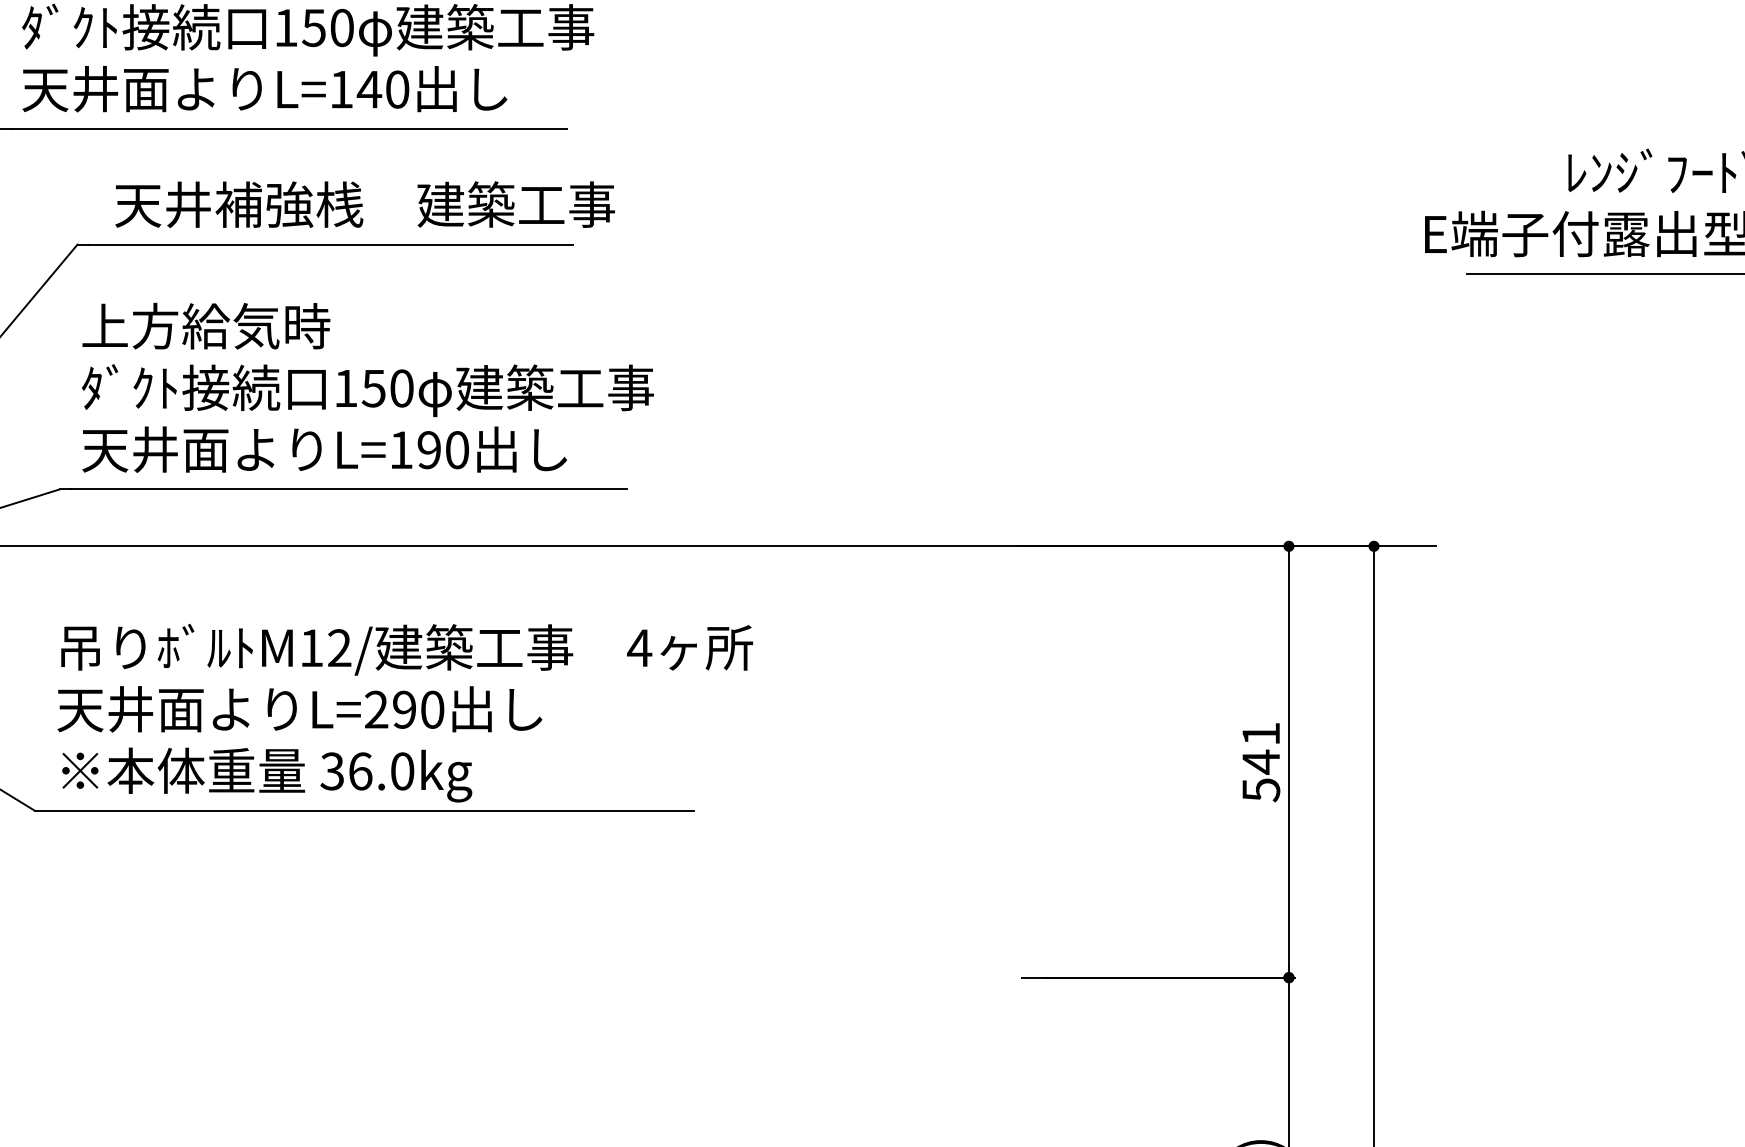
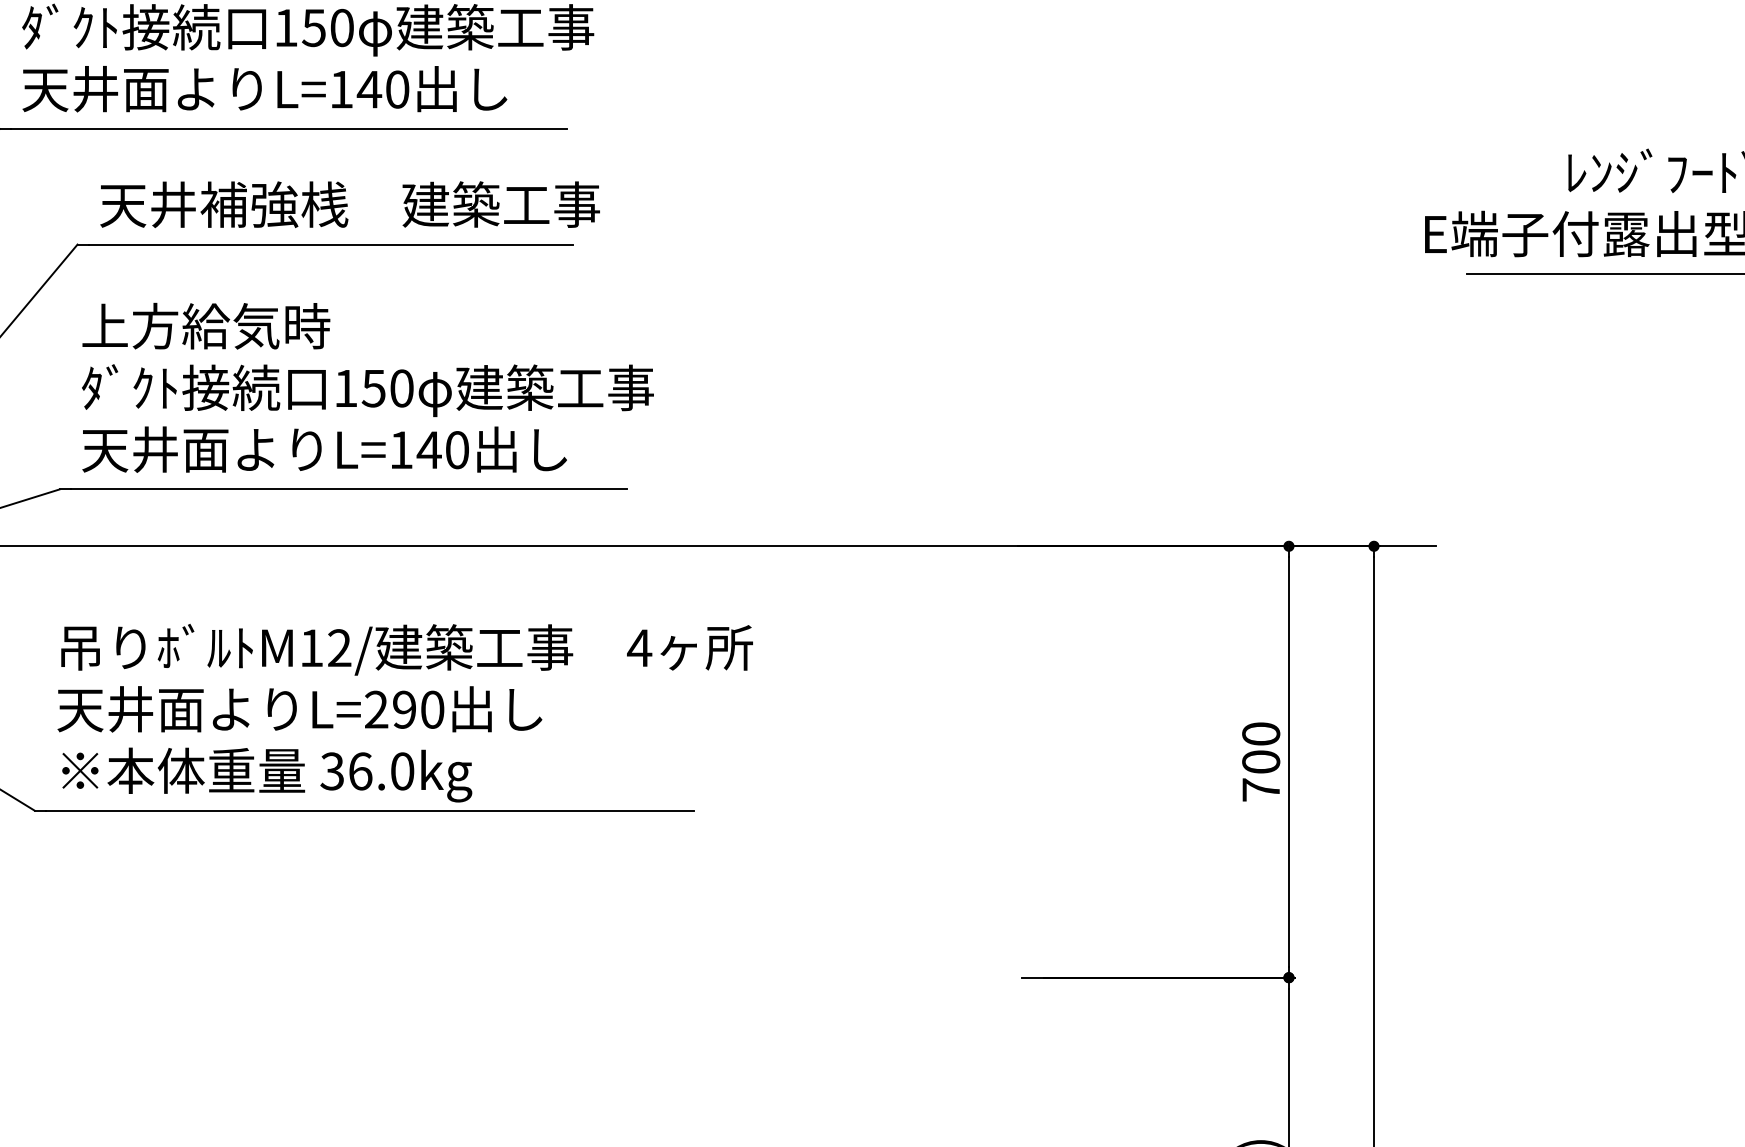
text at (364, 204) position: (364, 204) -> (349, 204)
text at (428, 450): L=190 -> L=140
text at (1261, 762): 541 -> 700
